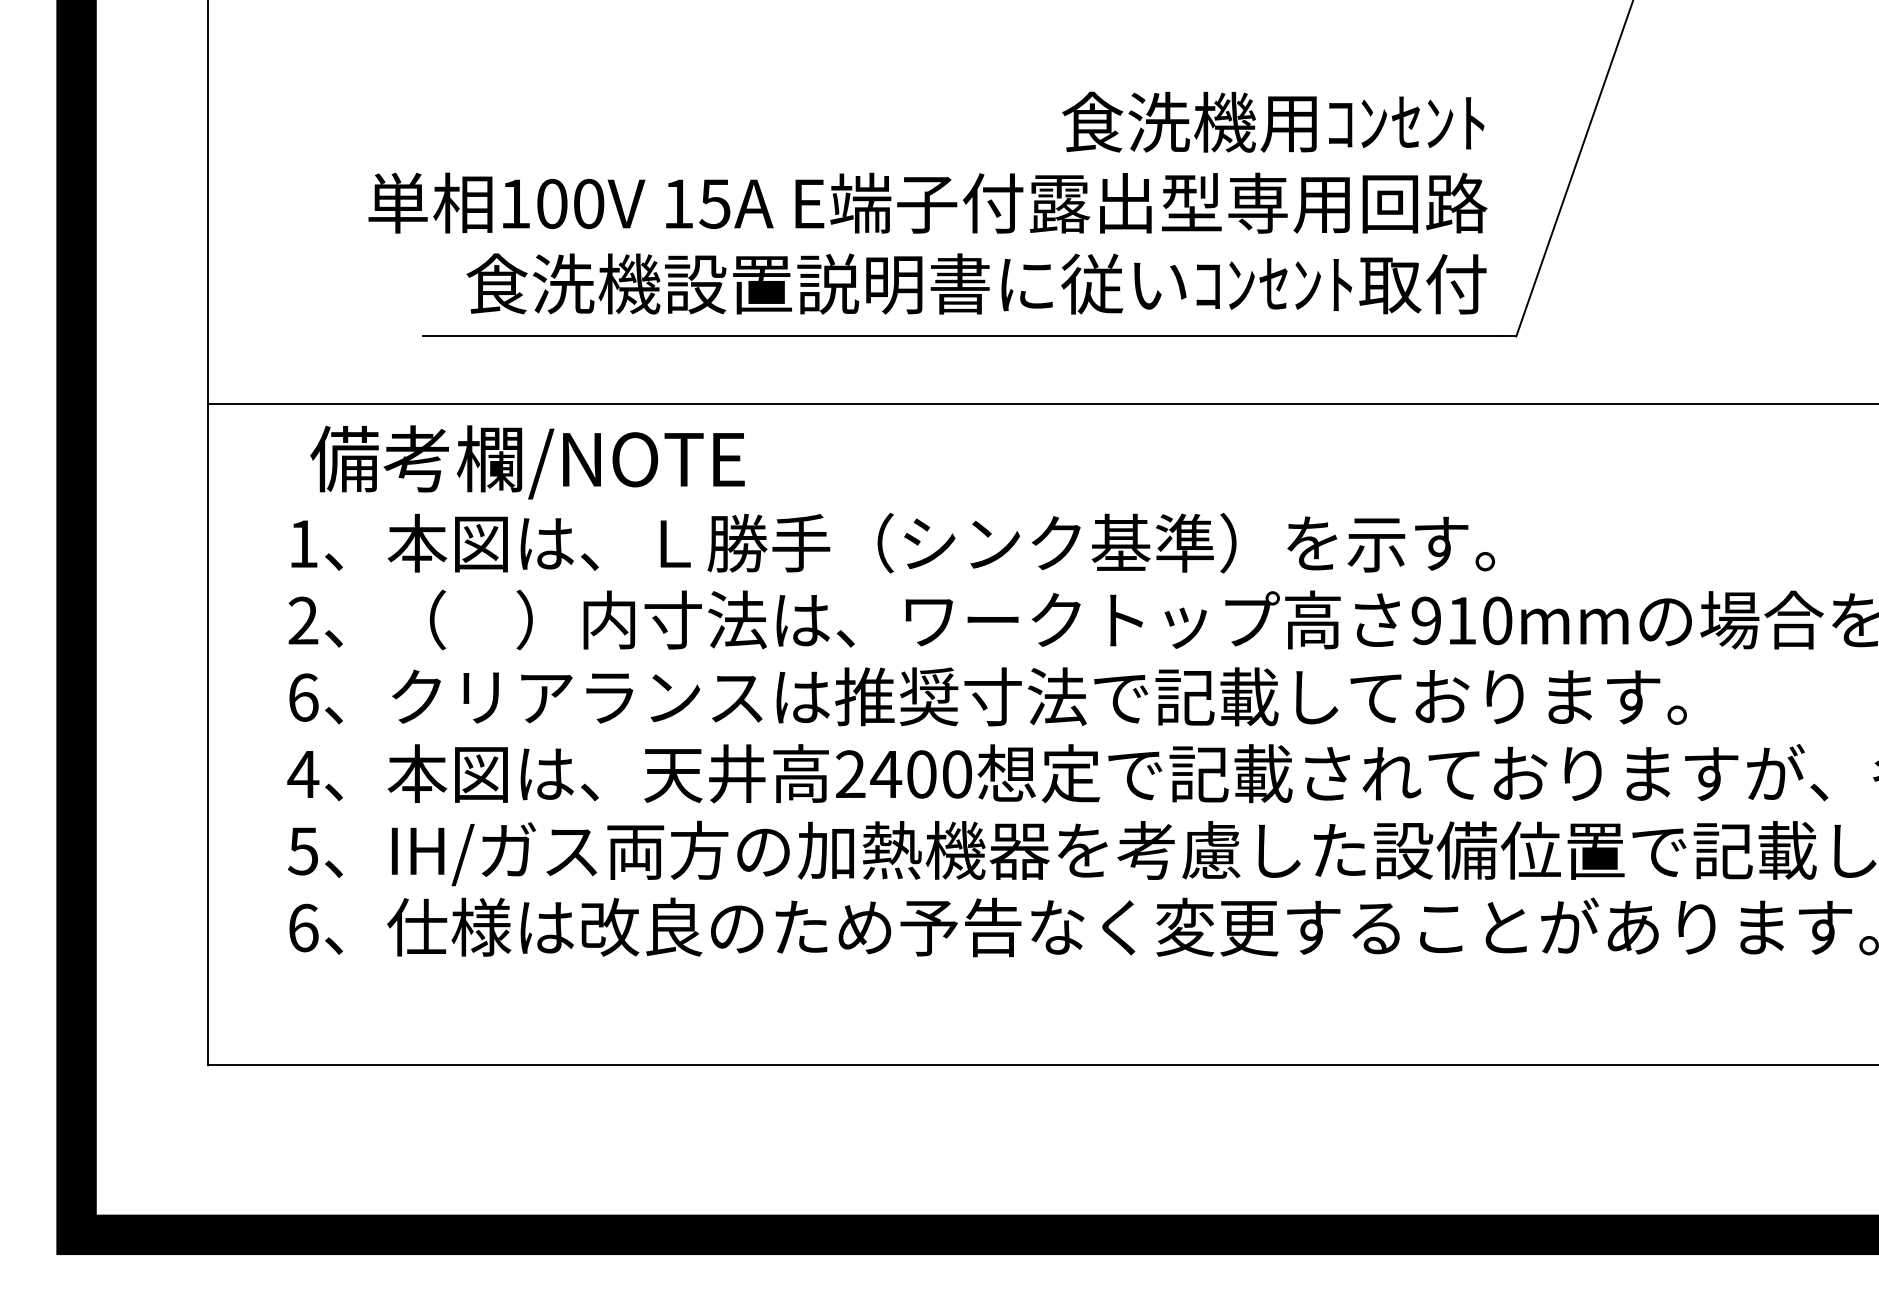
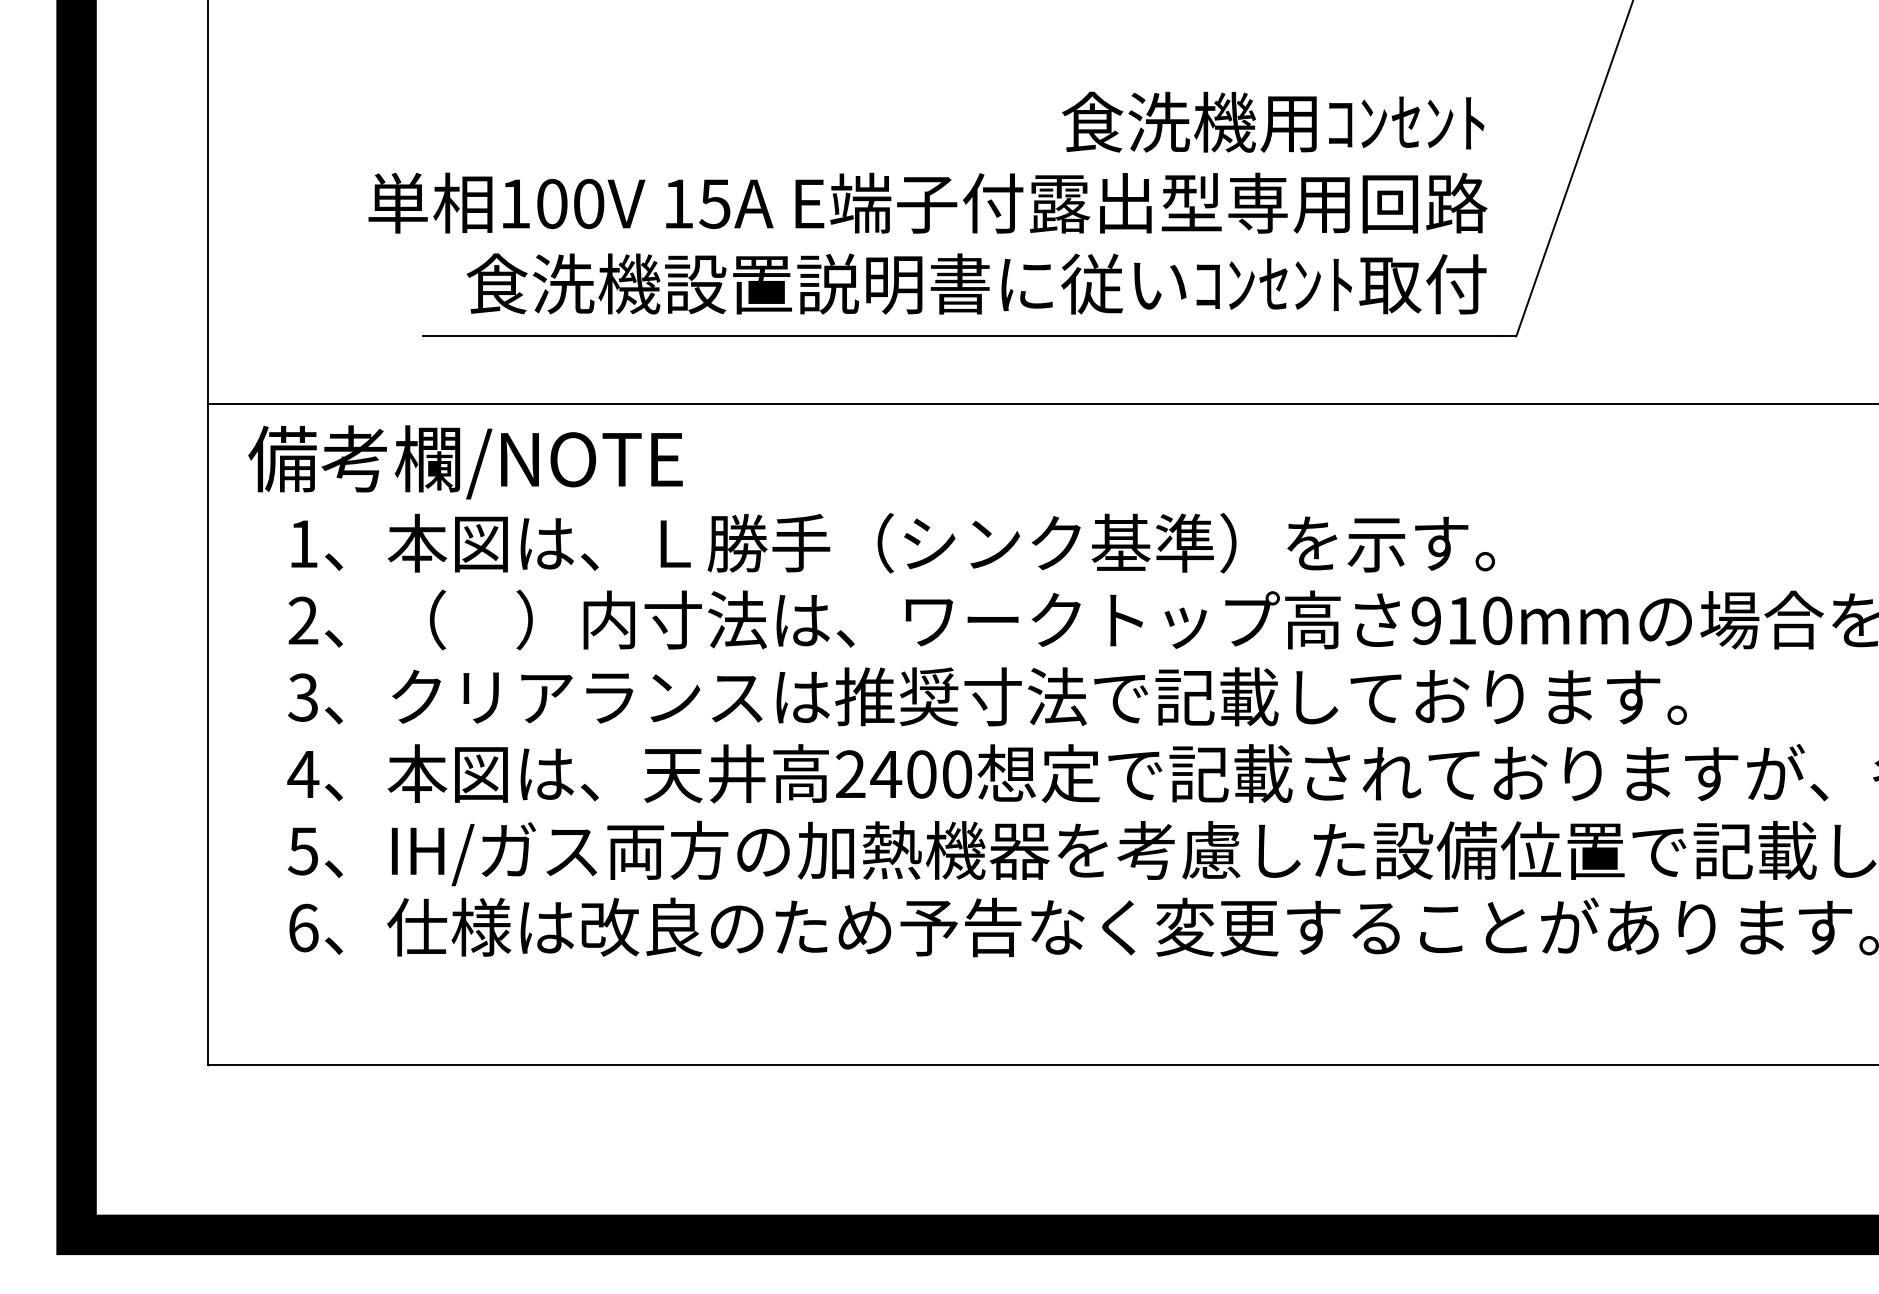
text at (527, 462) position: (527, 462) -> (465, 462)
text at (303, 697): 6 -> 3
